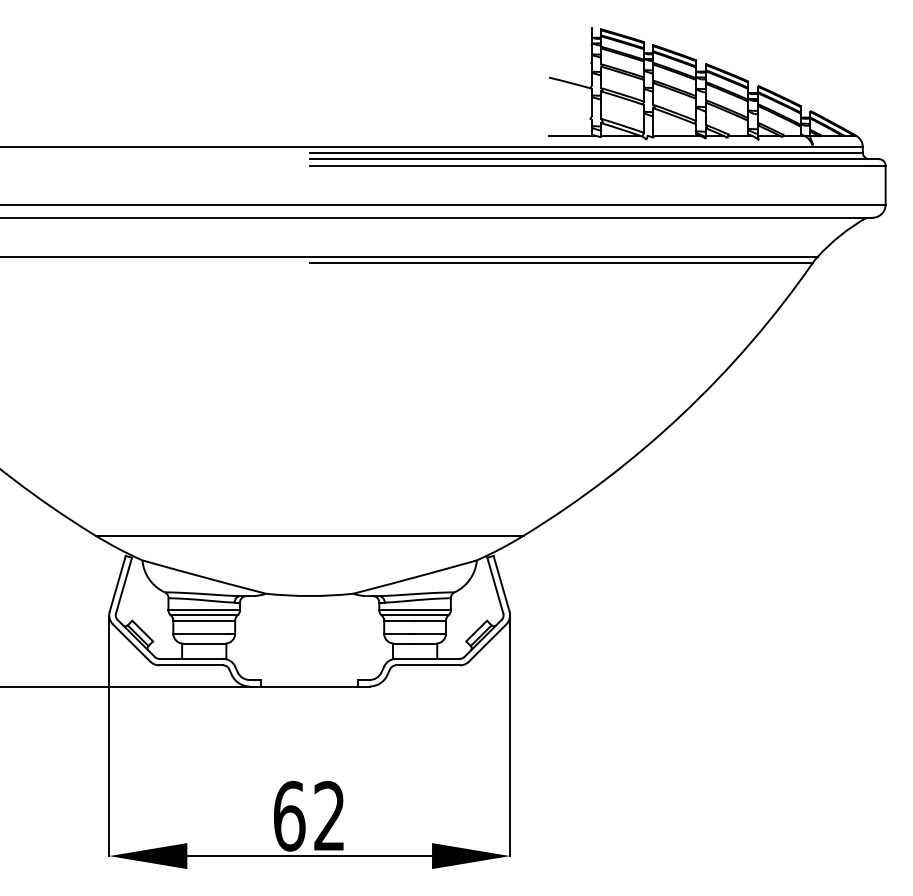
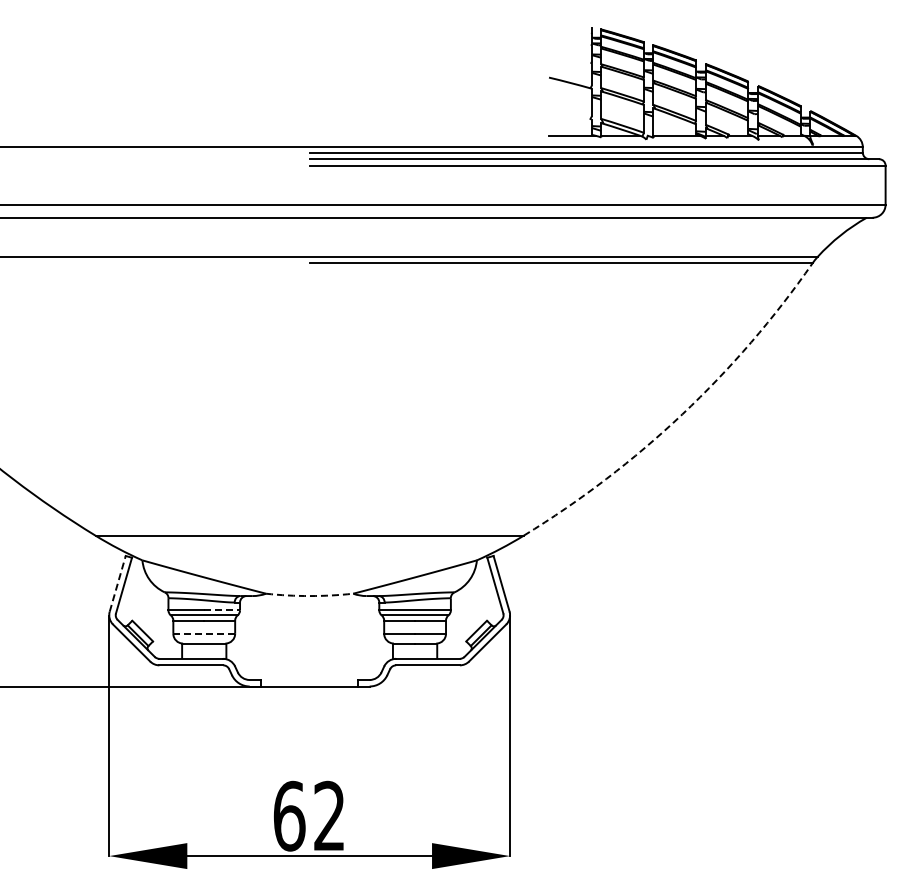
arc at (682, 414): solid -> dashed
line at (117, 583): solid -> dashed
arc at (309, 596): solid -> dashed
line at (222, 610): solid -> dashed
line at (204, 633): solid -> dashed
